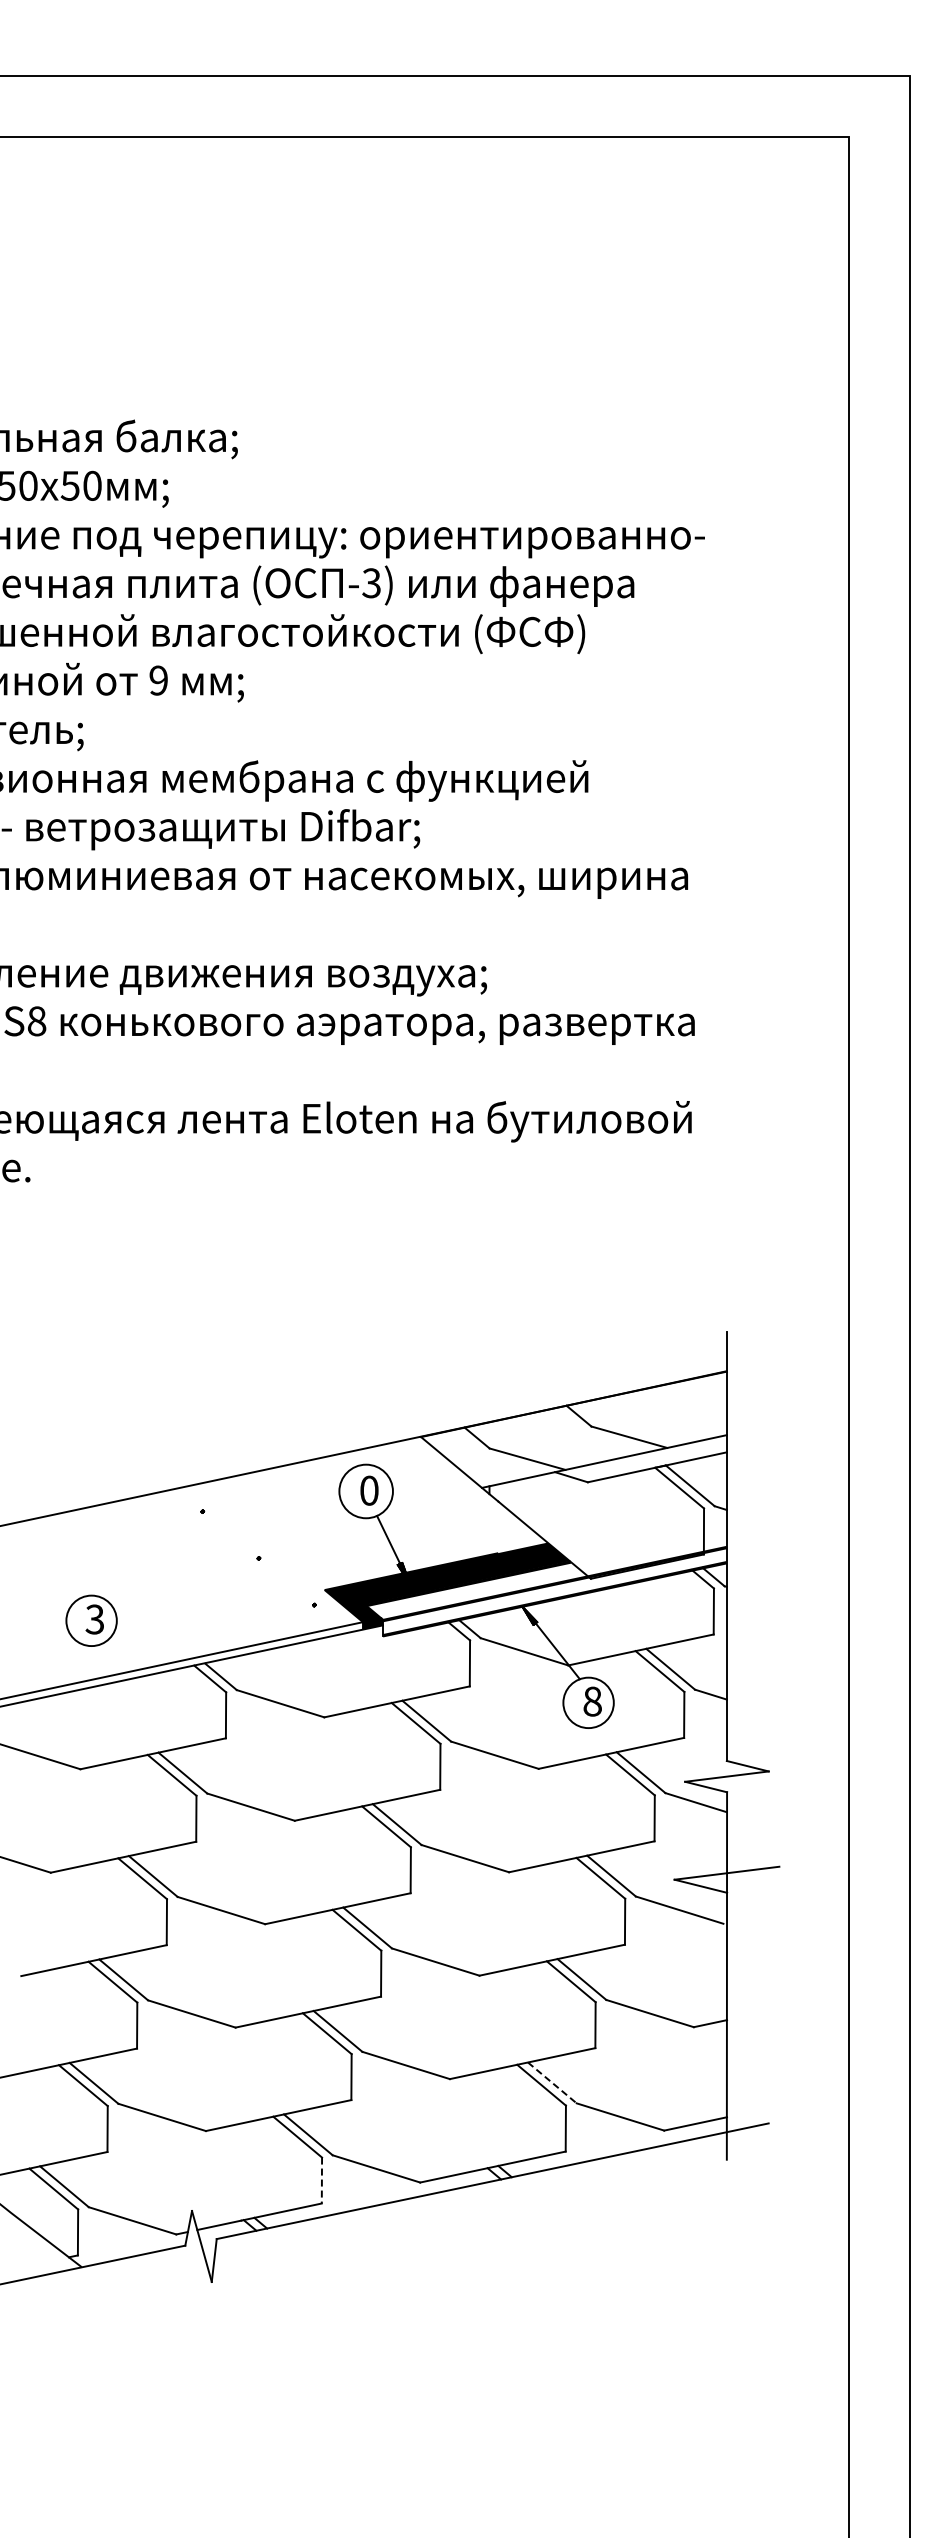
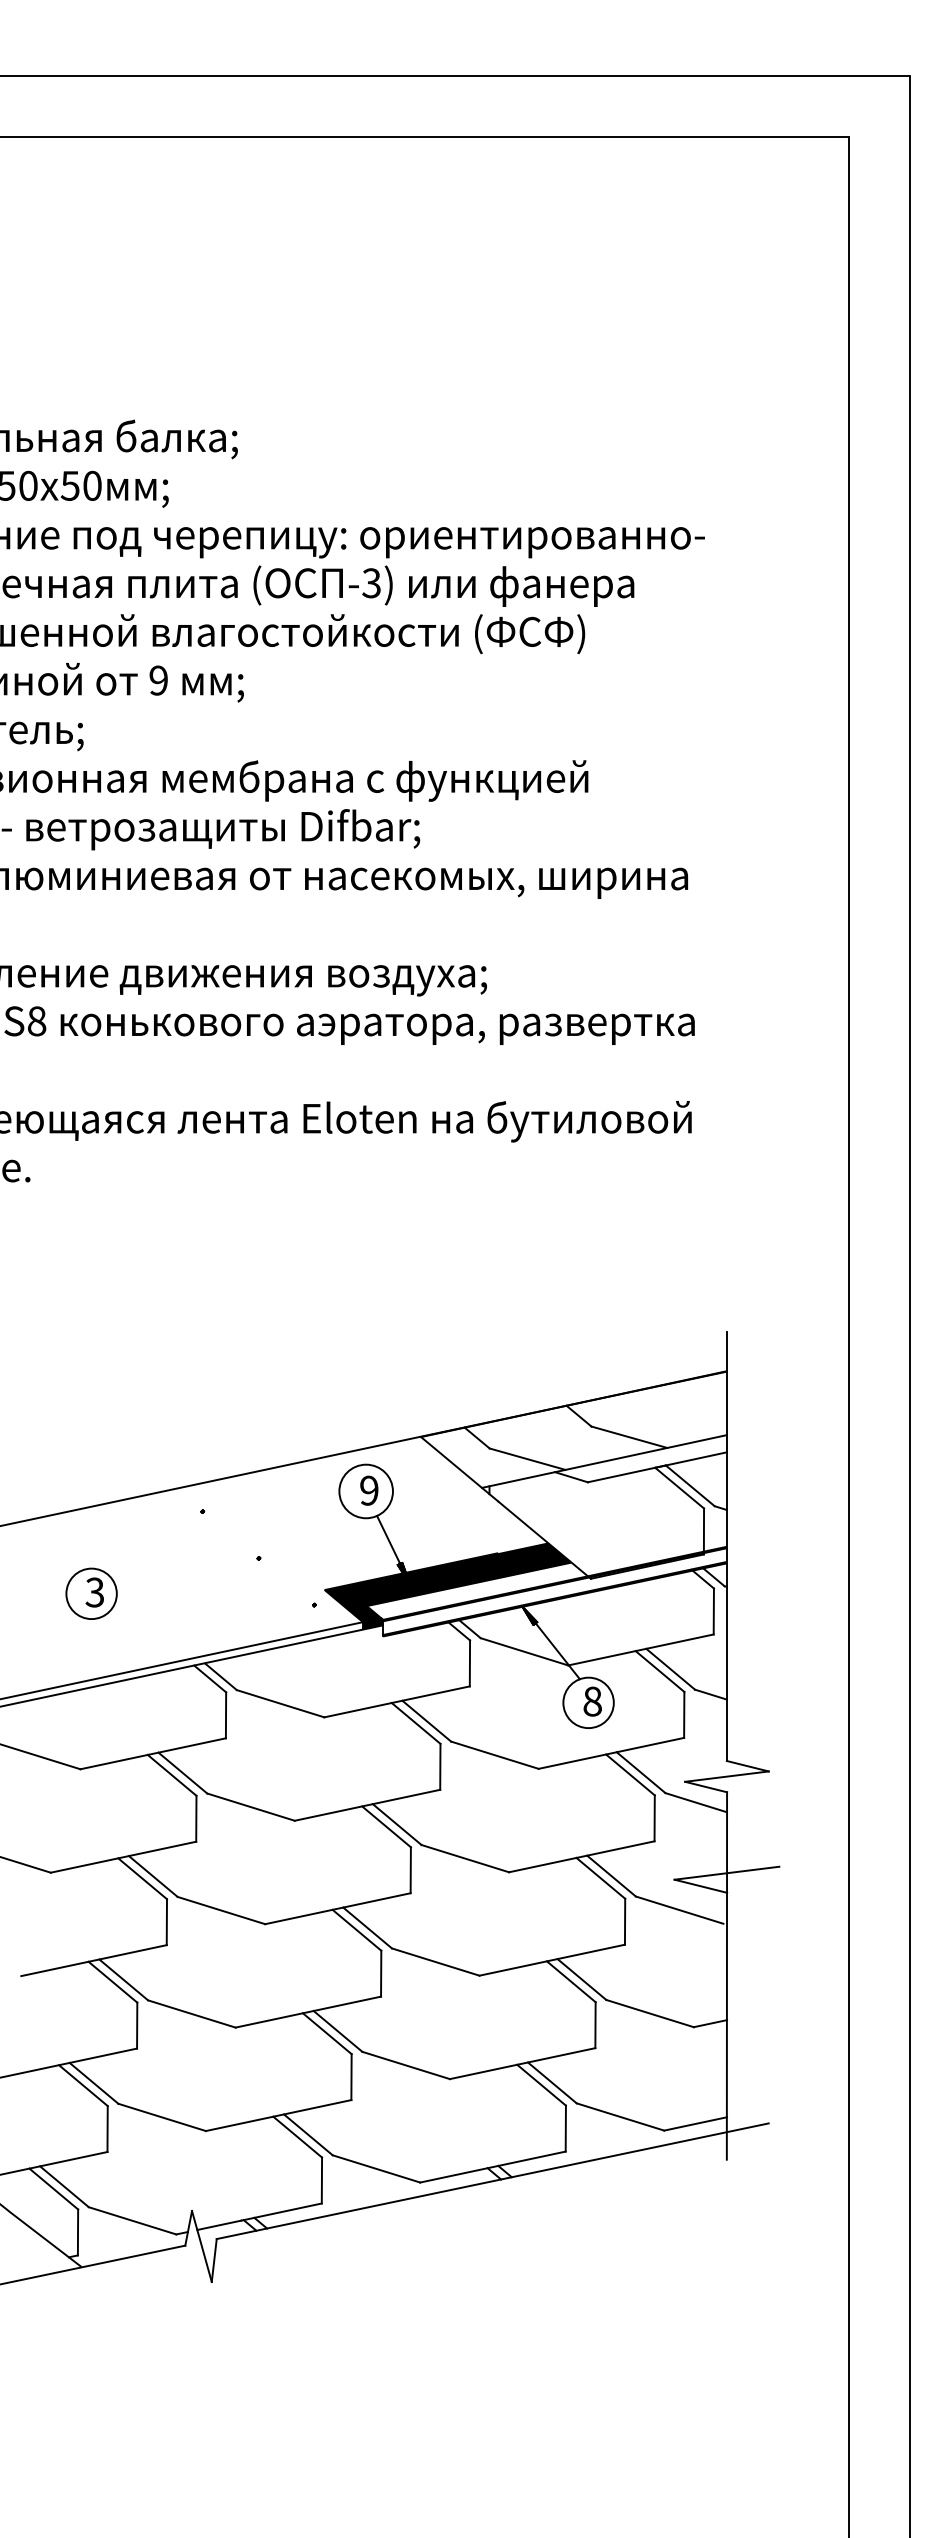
text at (369, 1490): 0 -> 9
part at (91, 1620) position: (91, 1620) -> (91, 1593)
line at (552, 2082): dashed -> solid
line at (321, 2180): dashed -> solid
